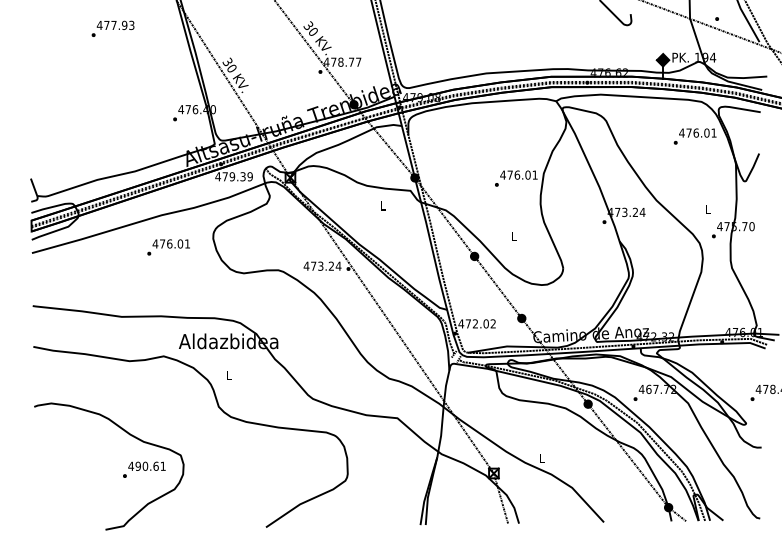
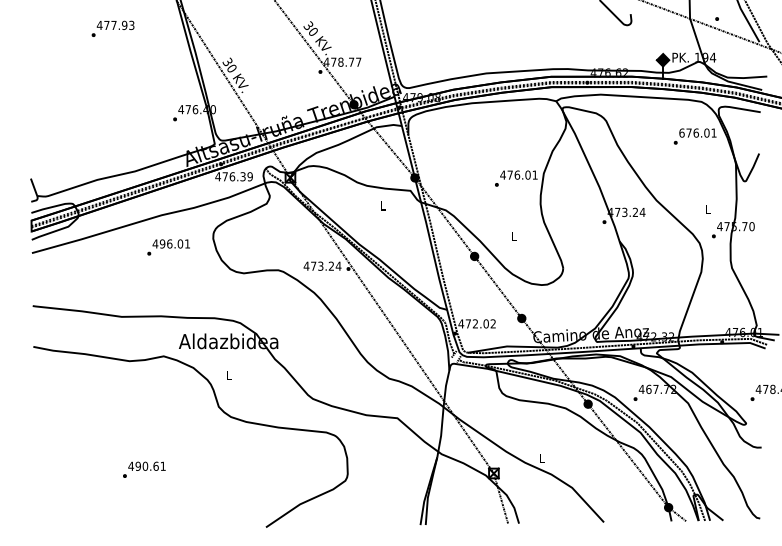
text at (681, 132): 476.01 -> 676.01
text at (232, 176): 479.39 -> 476.39
text at (162, 243): 476.01 -> 496.01
curve at (129, 435): present -> none
